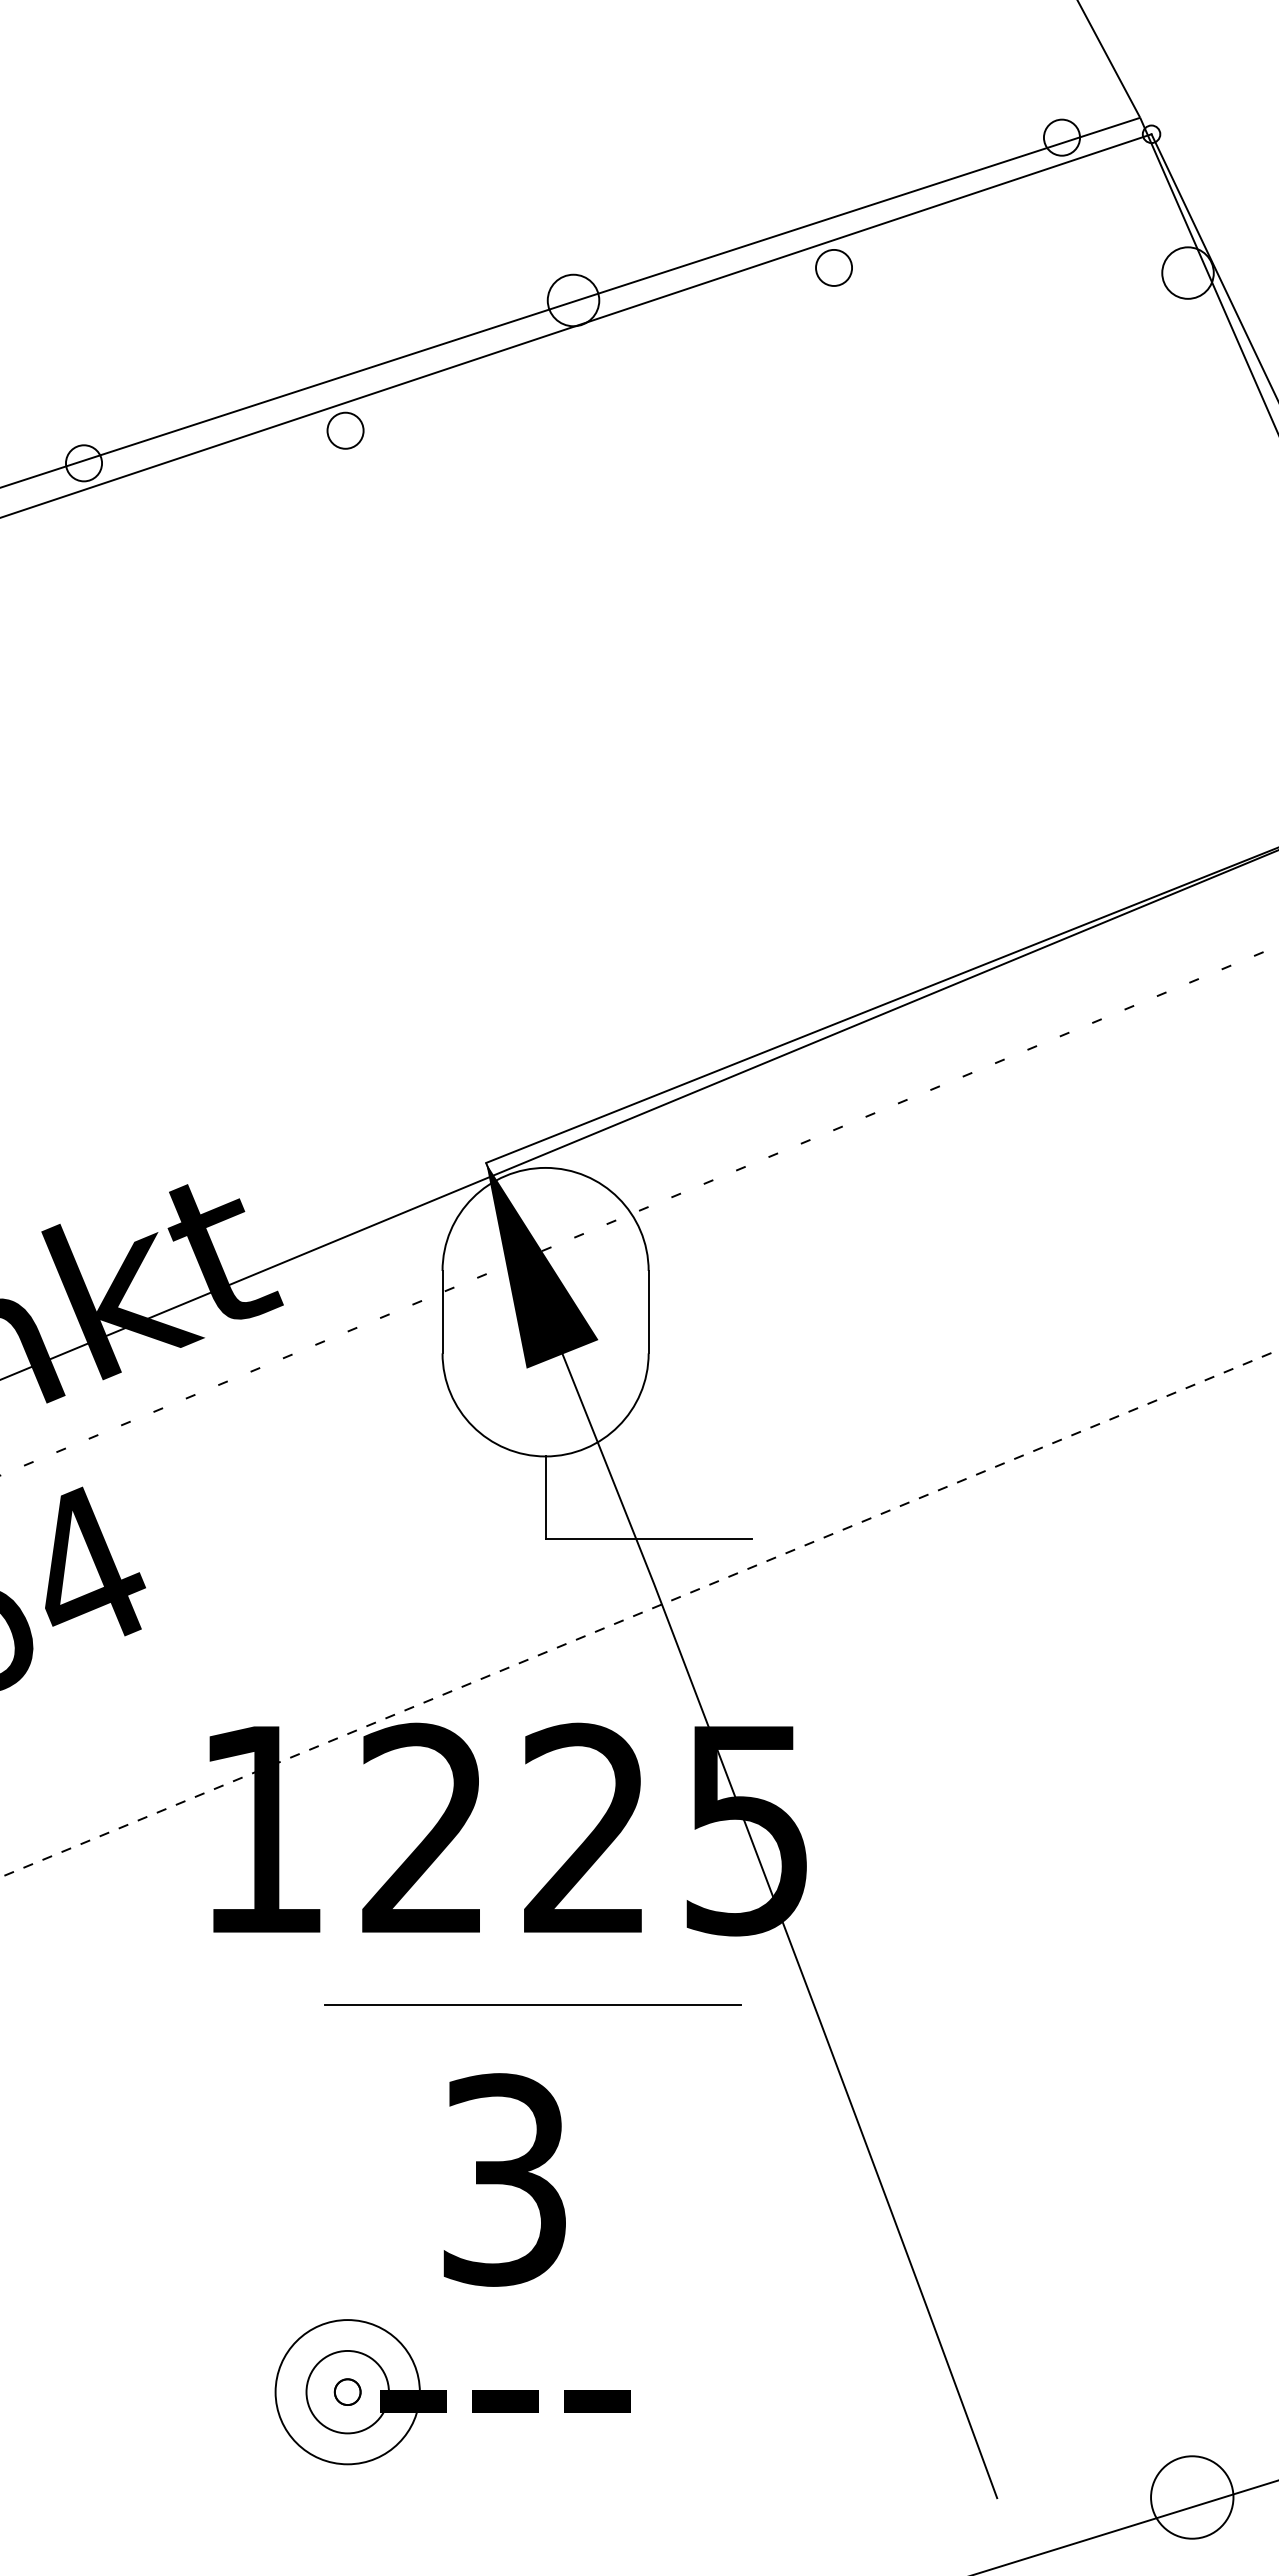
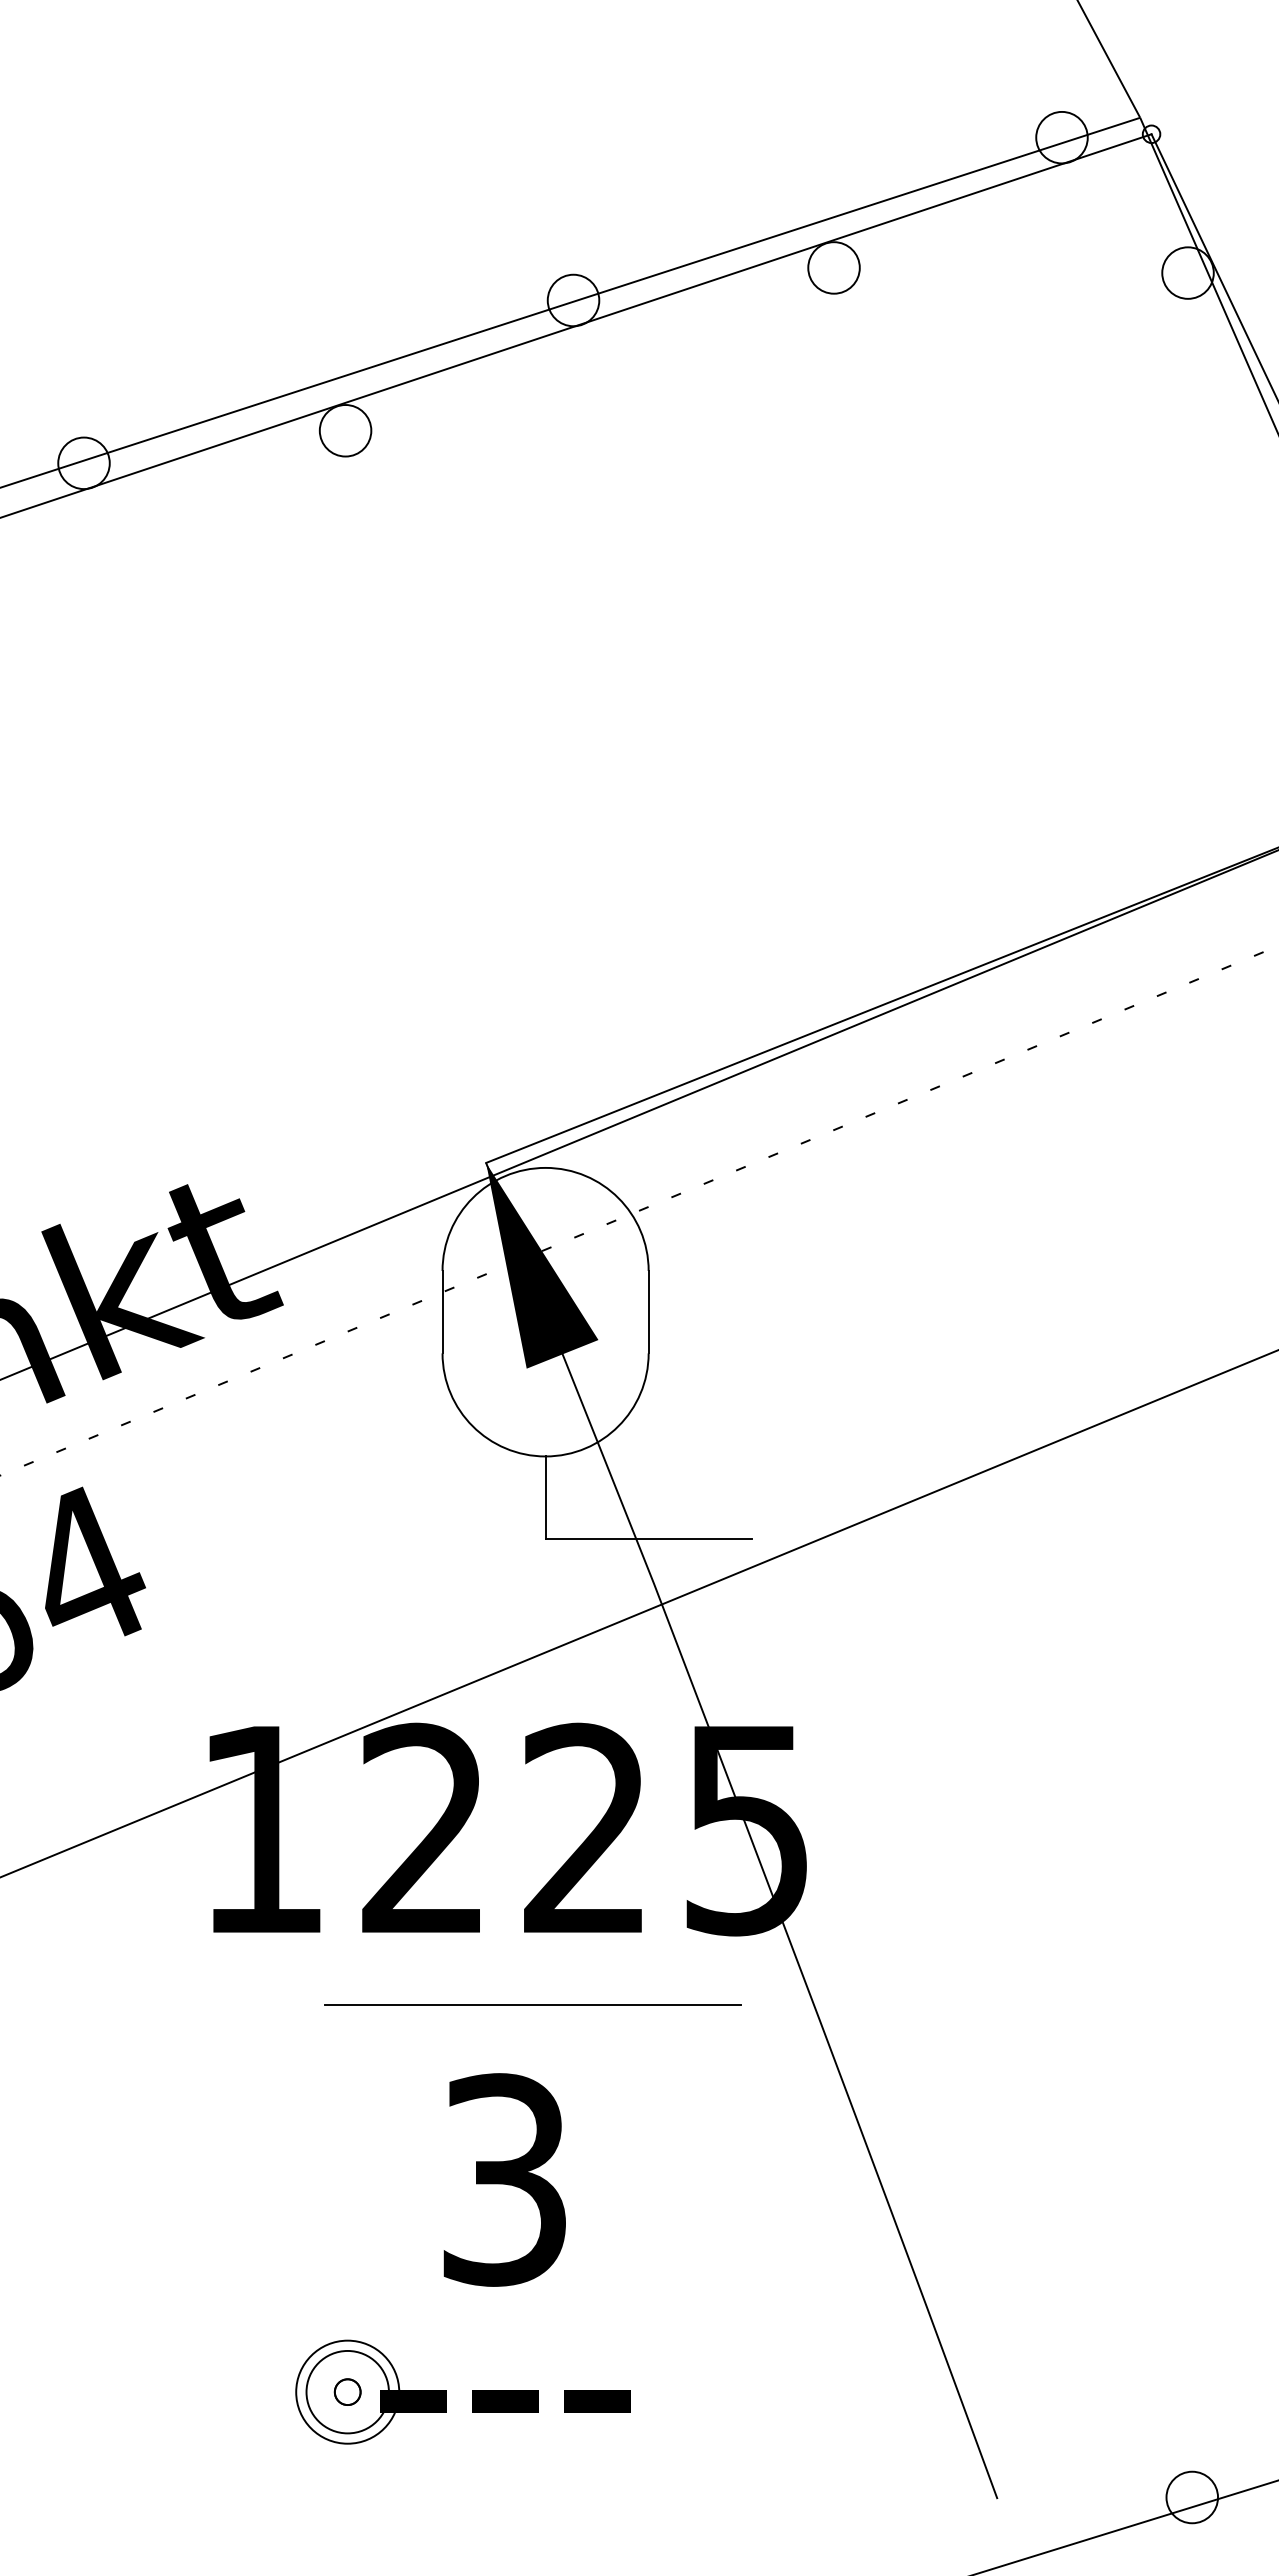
circle at (1061, 137) diameter: 36 px -> 52 px
circle at (834, 267) diameter: 36 px -> 52 px
circle at (345, 430) diameter: 36 px -> 52 px
circle at (84, 463) diameter: 36 px -> 52 px
line at (639, 1613): dashed -> solid
circle at (347, 2392) diameter: 144 px -> 103 px
circle at (1192, 2497) diameter: 82 px -> 52 px
